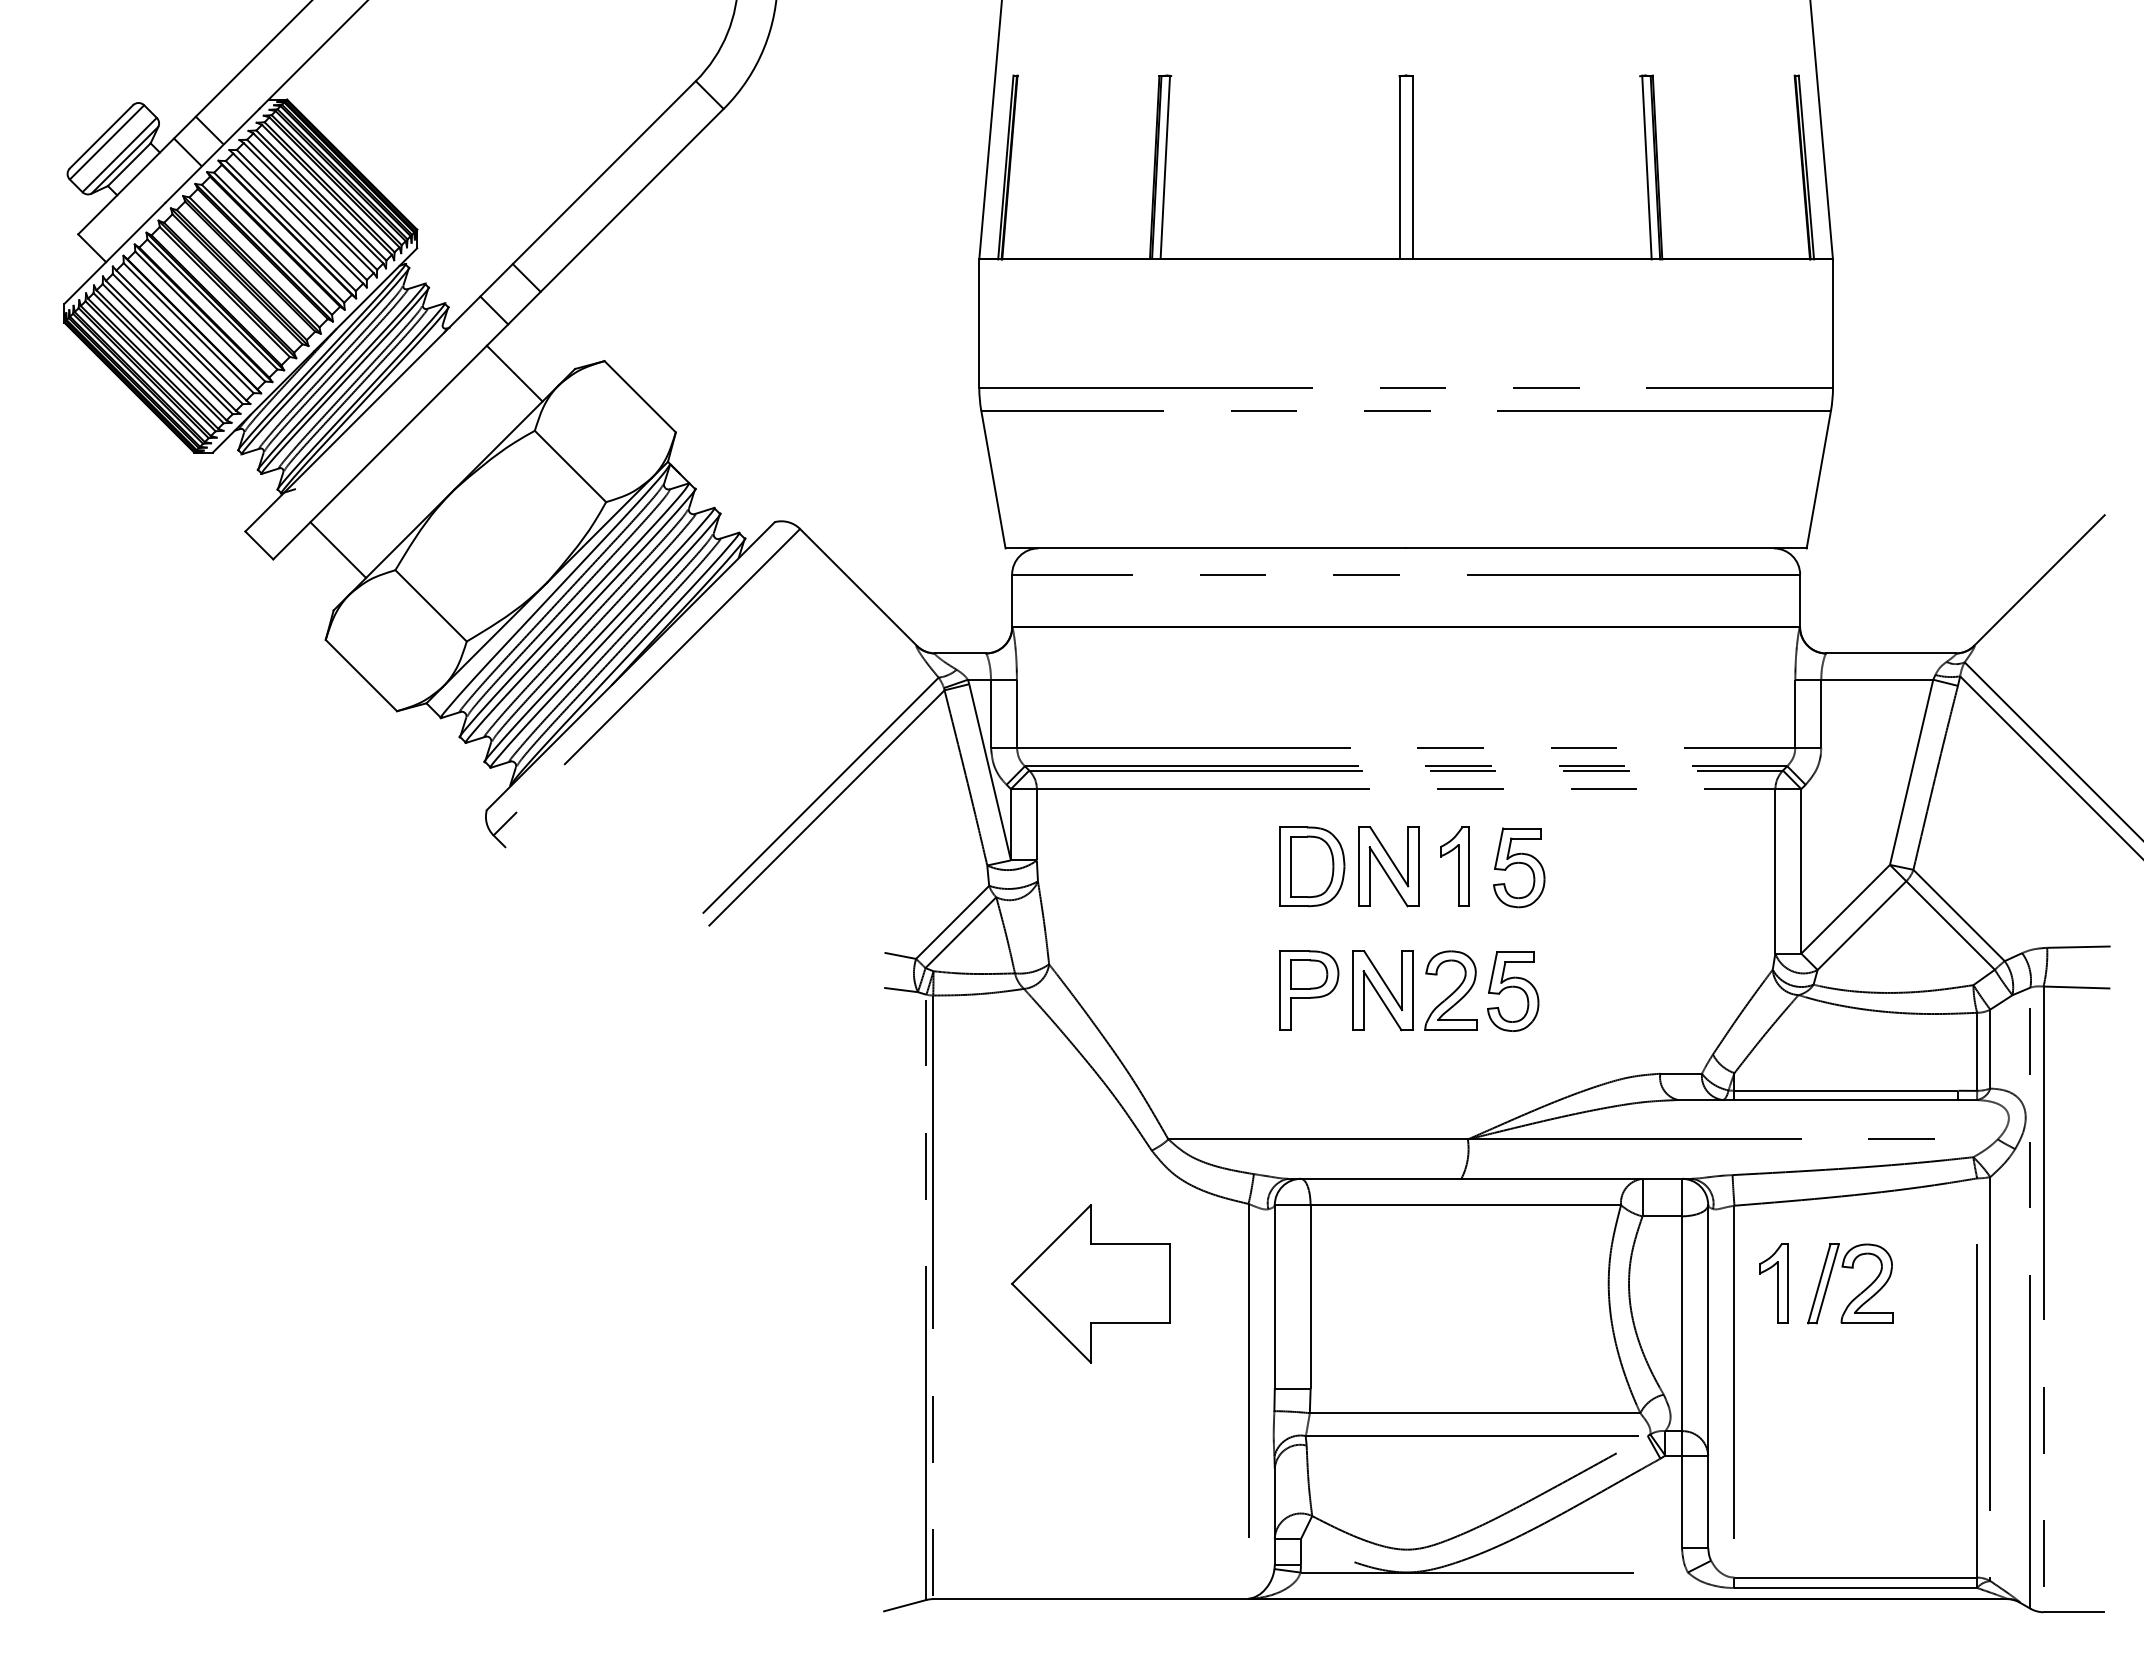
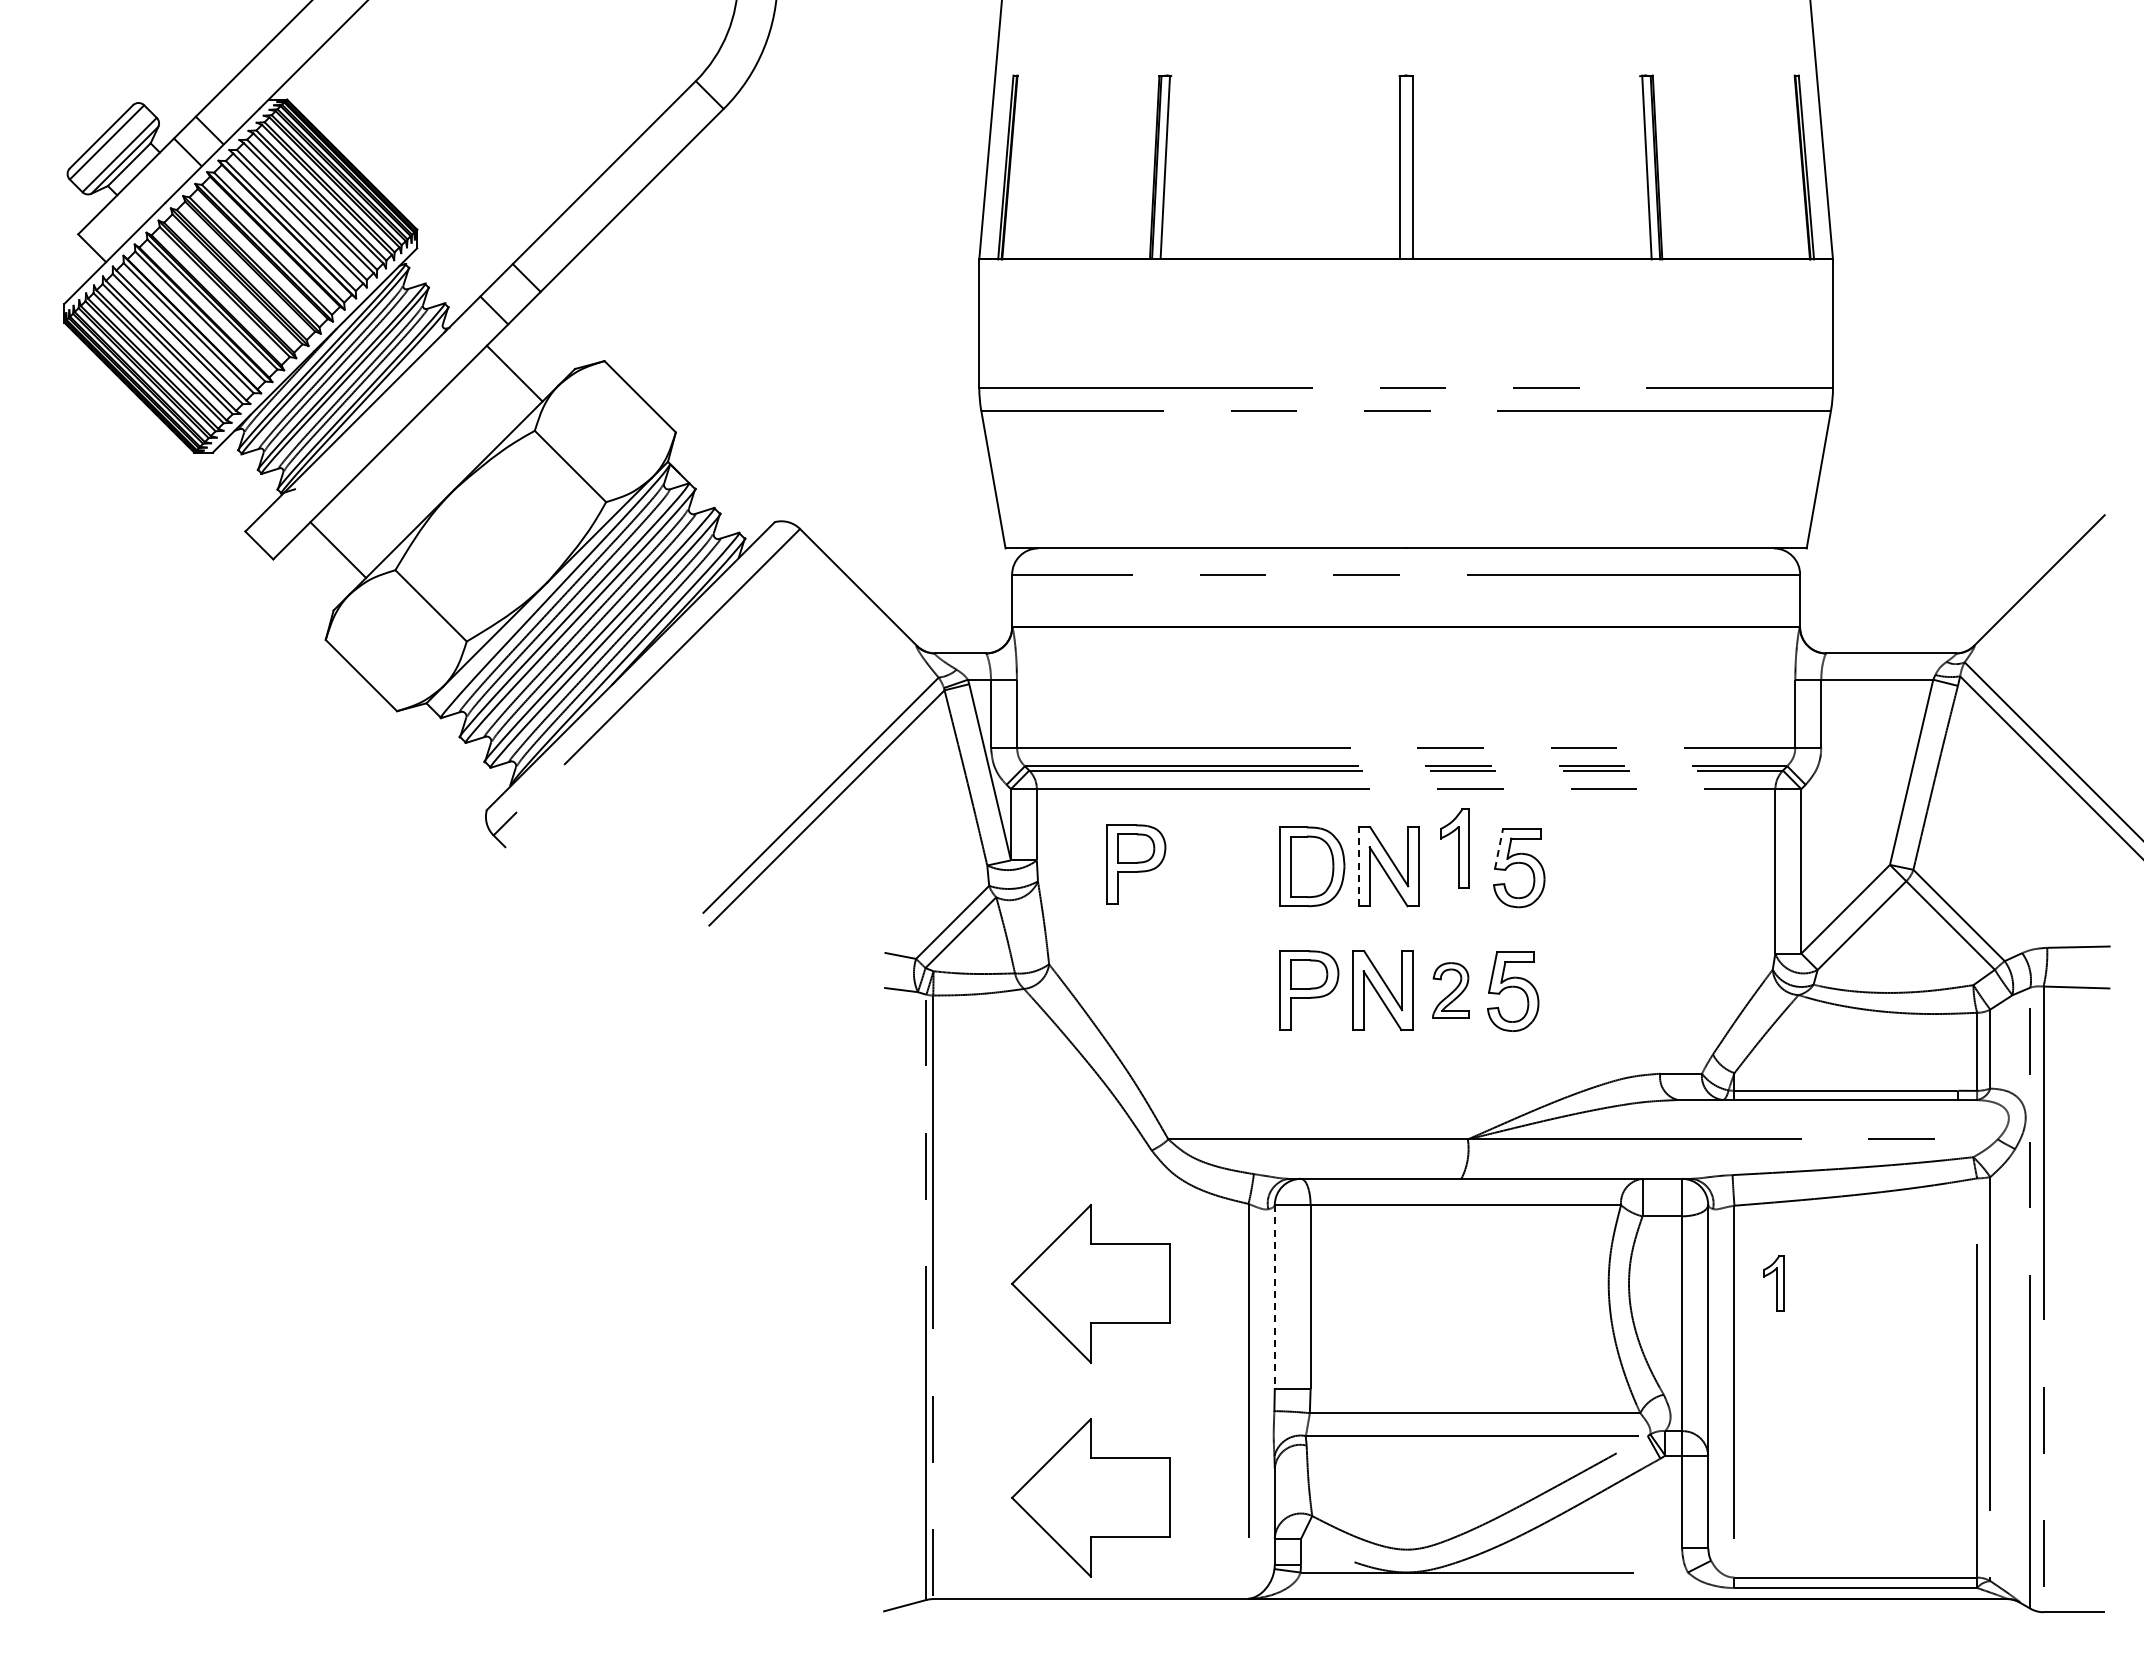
line at (1499, 848): solid -> dashed
part at (1136, 864): none -> present
line at (1358, 866): solid -> dashed
part at (1454, 866) position: (1454, 866) -> (1454, 848)
part at (1450, 990) size: 54x81 px -> 38x57 px
part at (1773, 1283) size: 30x81 px -> 22x57 px
part at (1860, 1292): present -> none
line at (1274, 1297): solid -> dashed
part at (1090, 1497): none -> present
